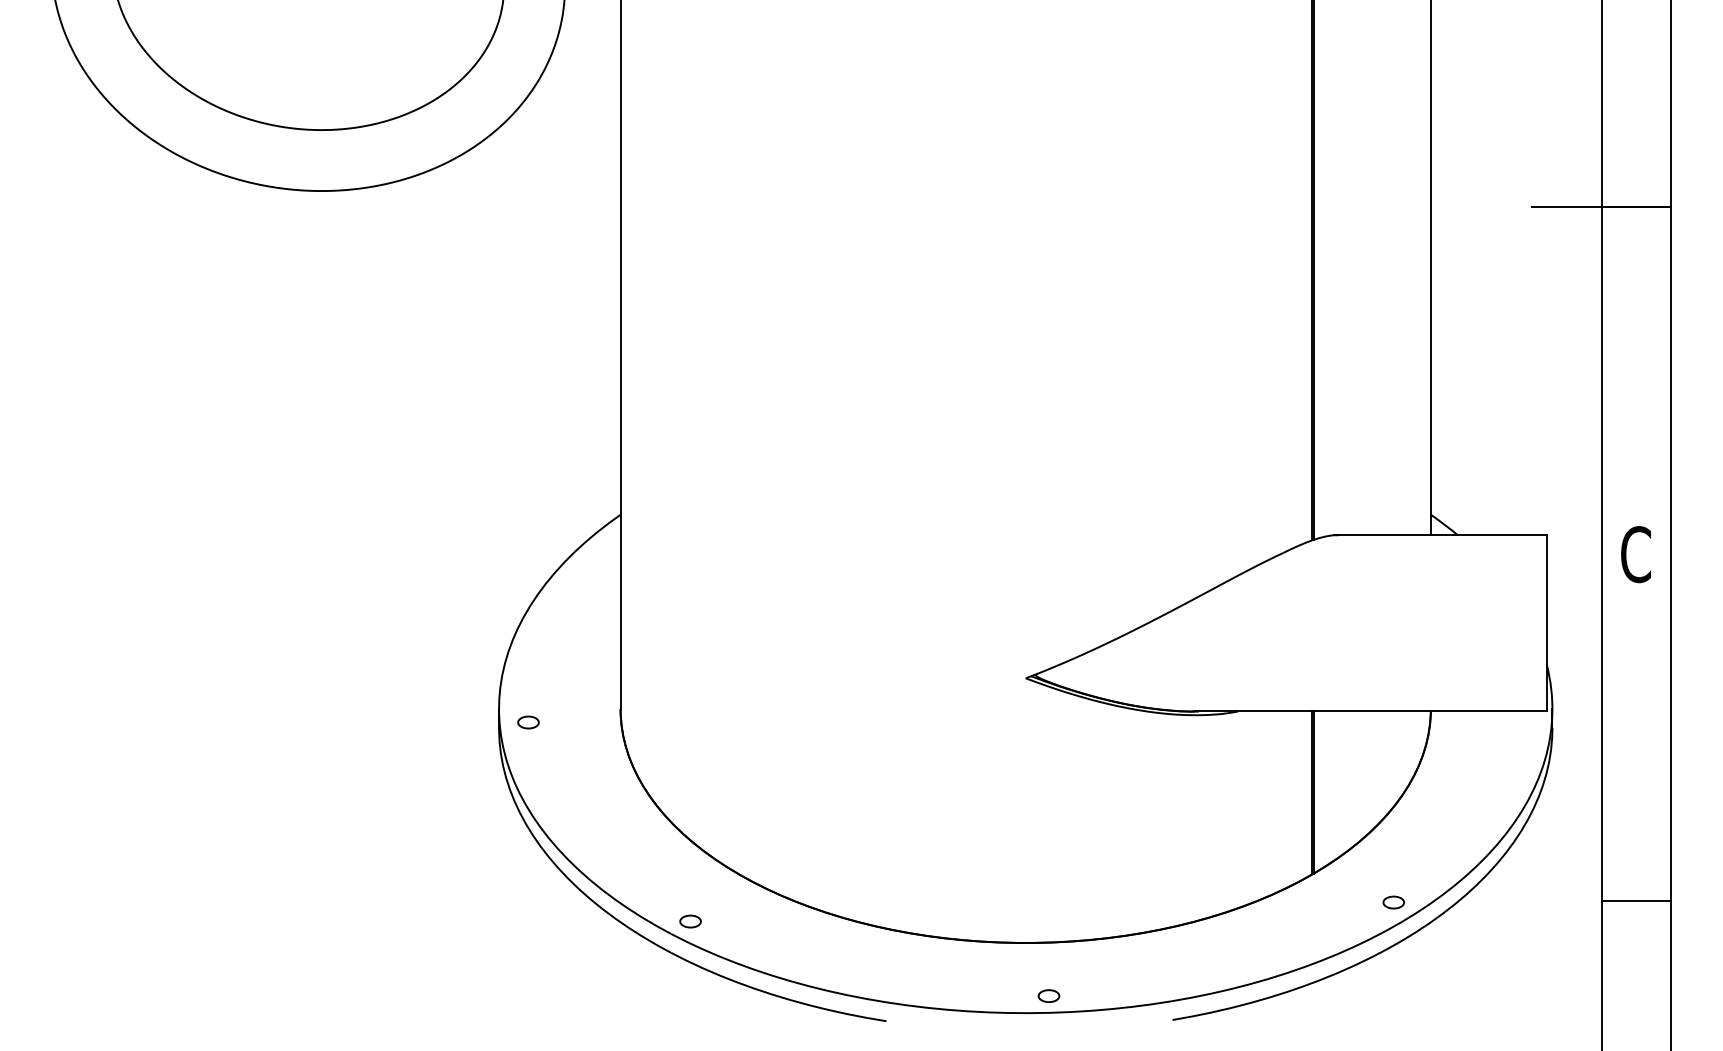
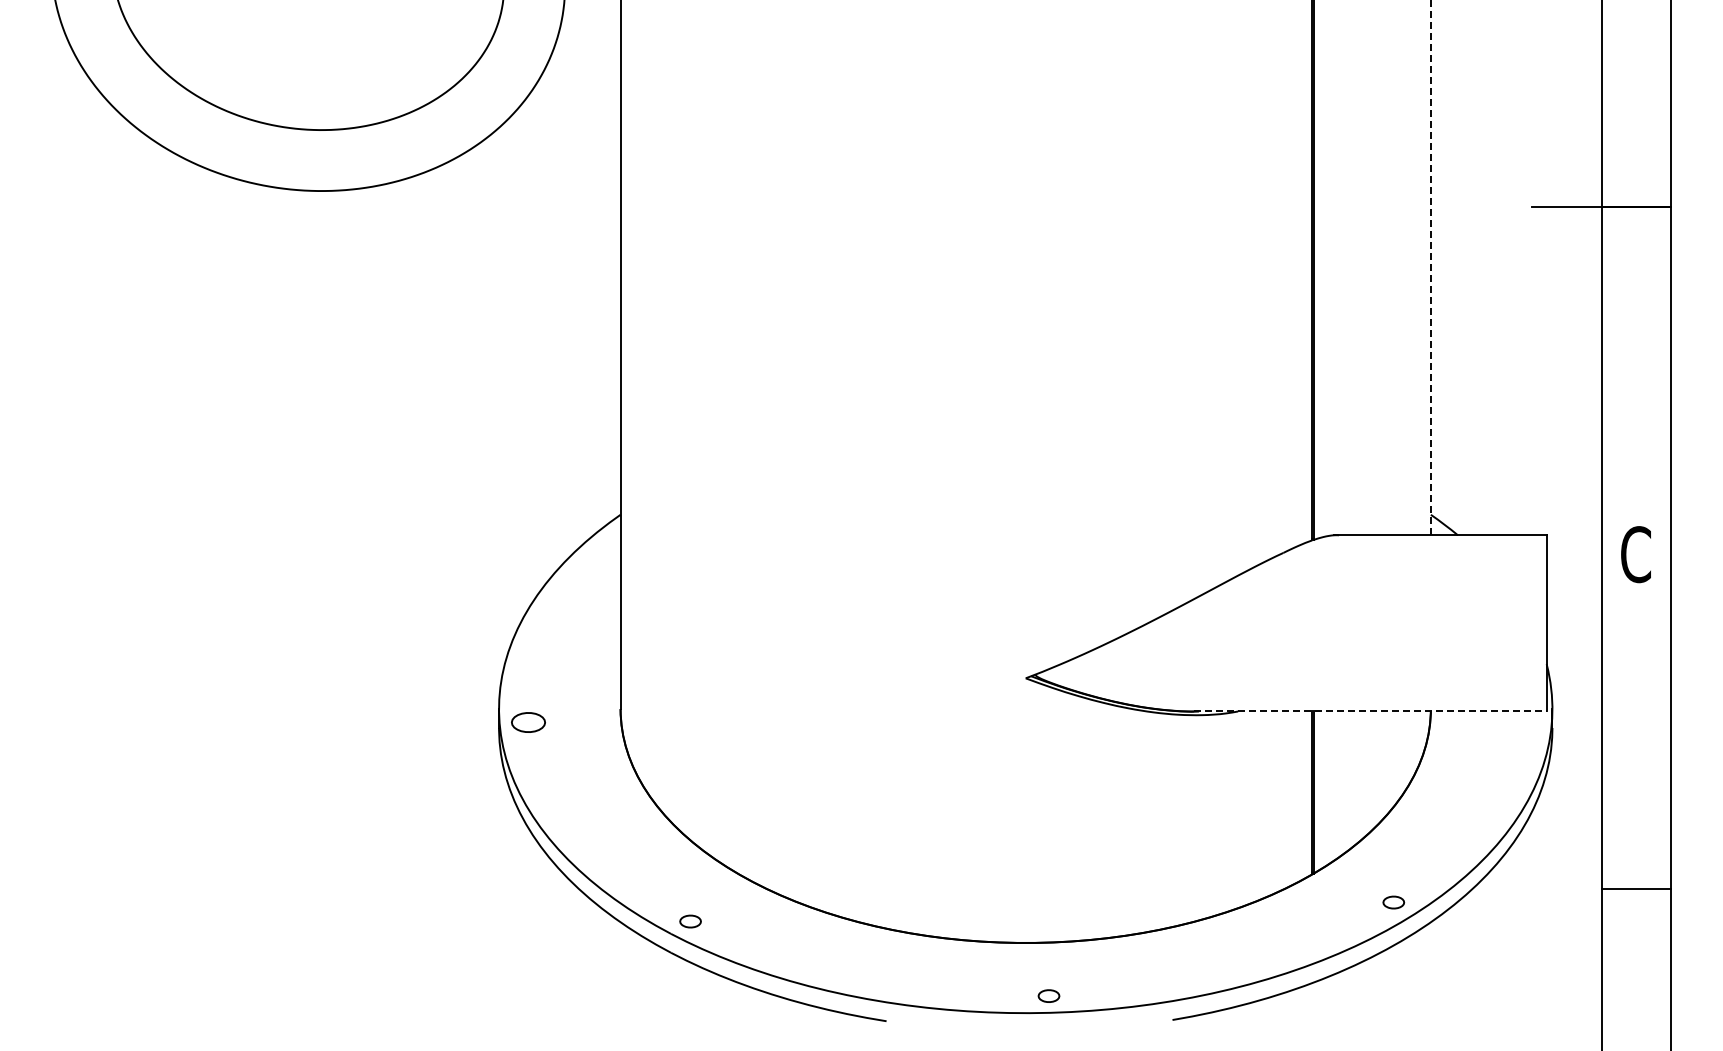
line at (1430, 267): solid -> dashed
line at (1370, 711): solid -> dashed
part at (528, 722) size: 23x15 px -> 35x21 px
line at (1636, 901) position: (1636, 901) -> (1636, 889)
